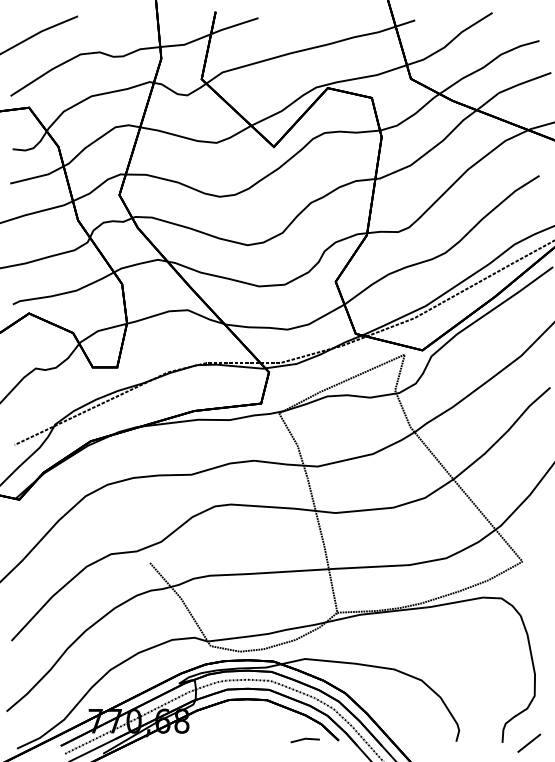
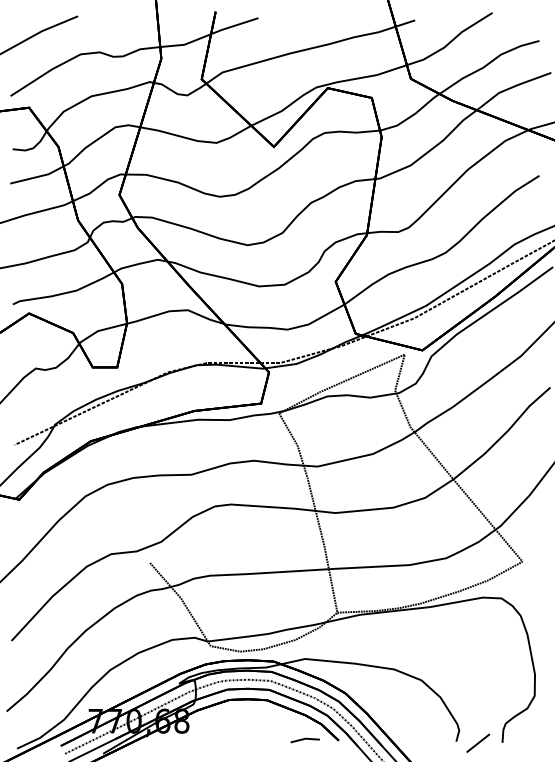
line at (529, 742) position: (529, 742) -> (478, 742)
